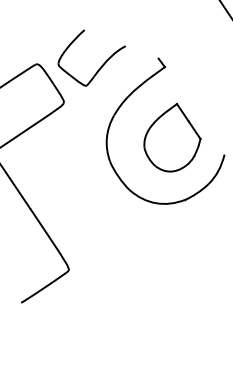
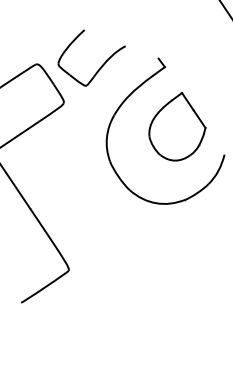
part at (172, 137) position: (172, 137) -> (177, 126)
